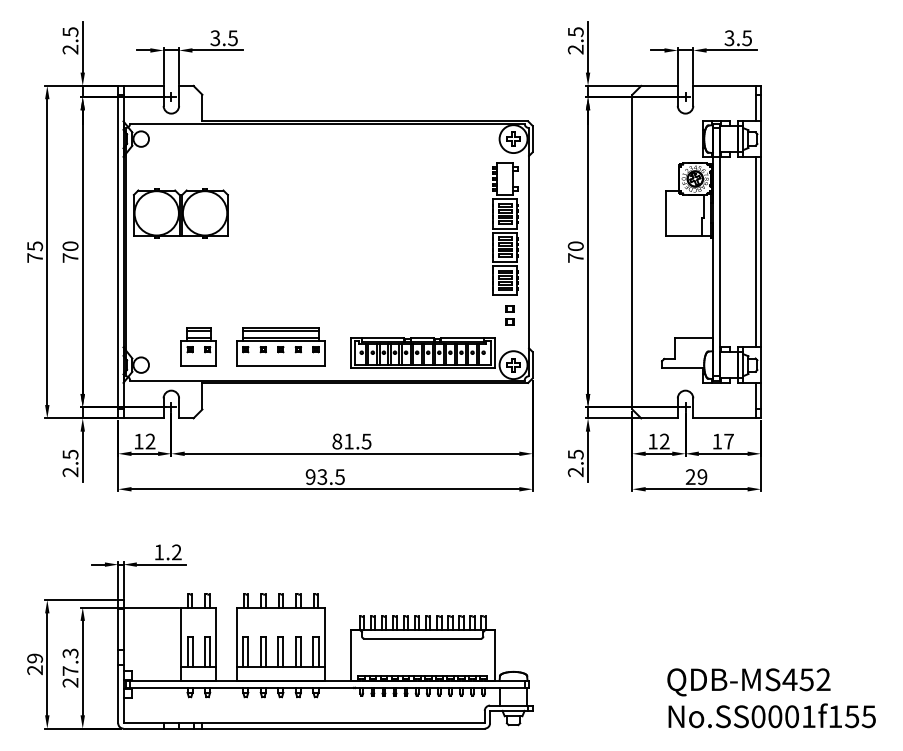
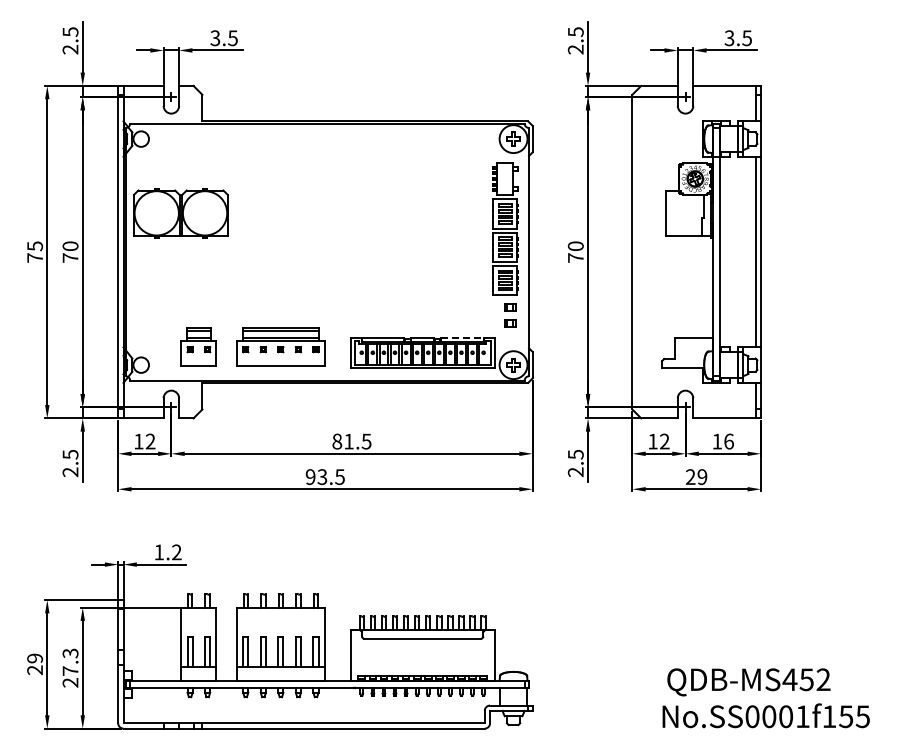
part at (509, 315) size: 10x21 px -> 13x25 px
line at (462, 337): solid -> dashed
text at (728, 441): 17 -> 16
text at (771, 715) position: (771, 715) -> (765, 715)
